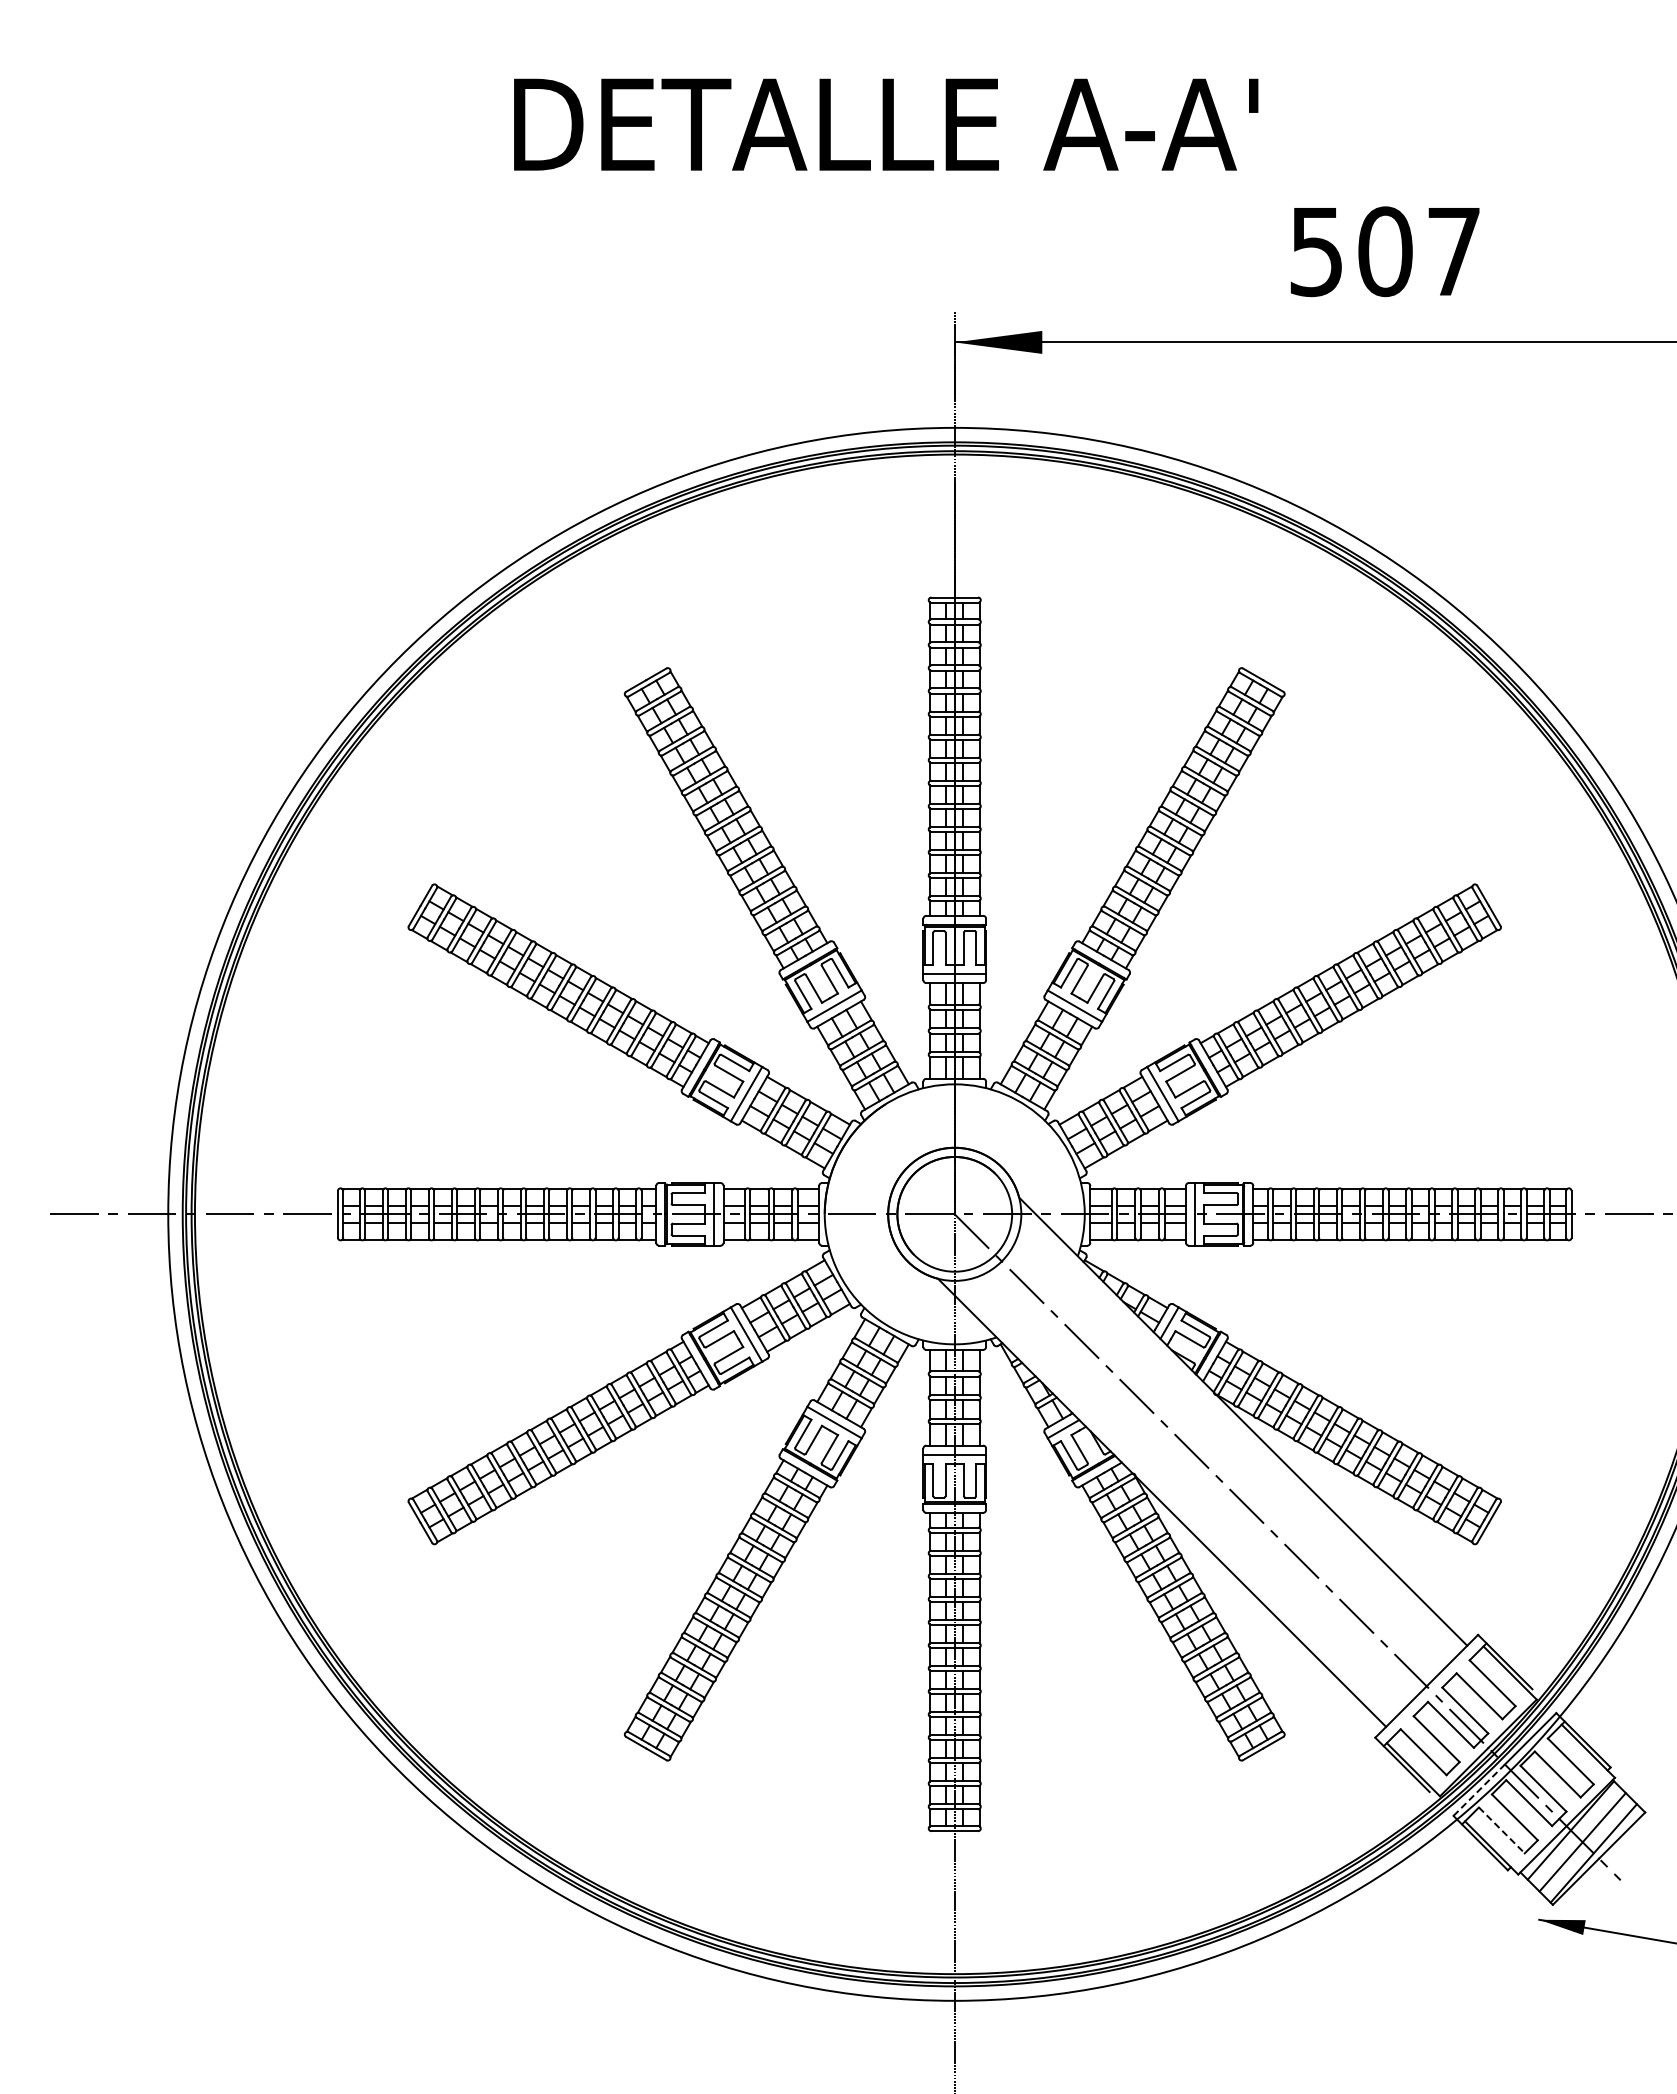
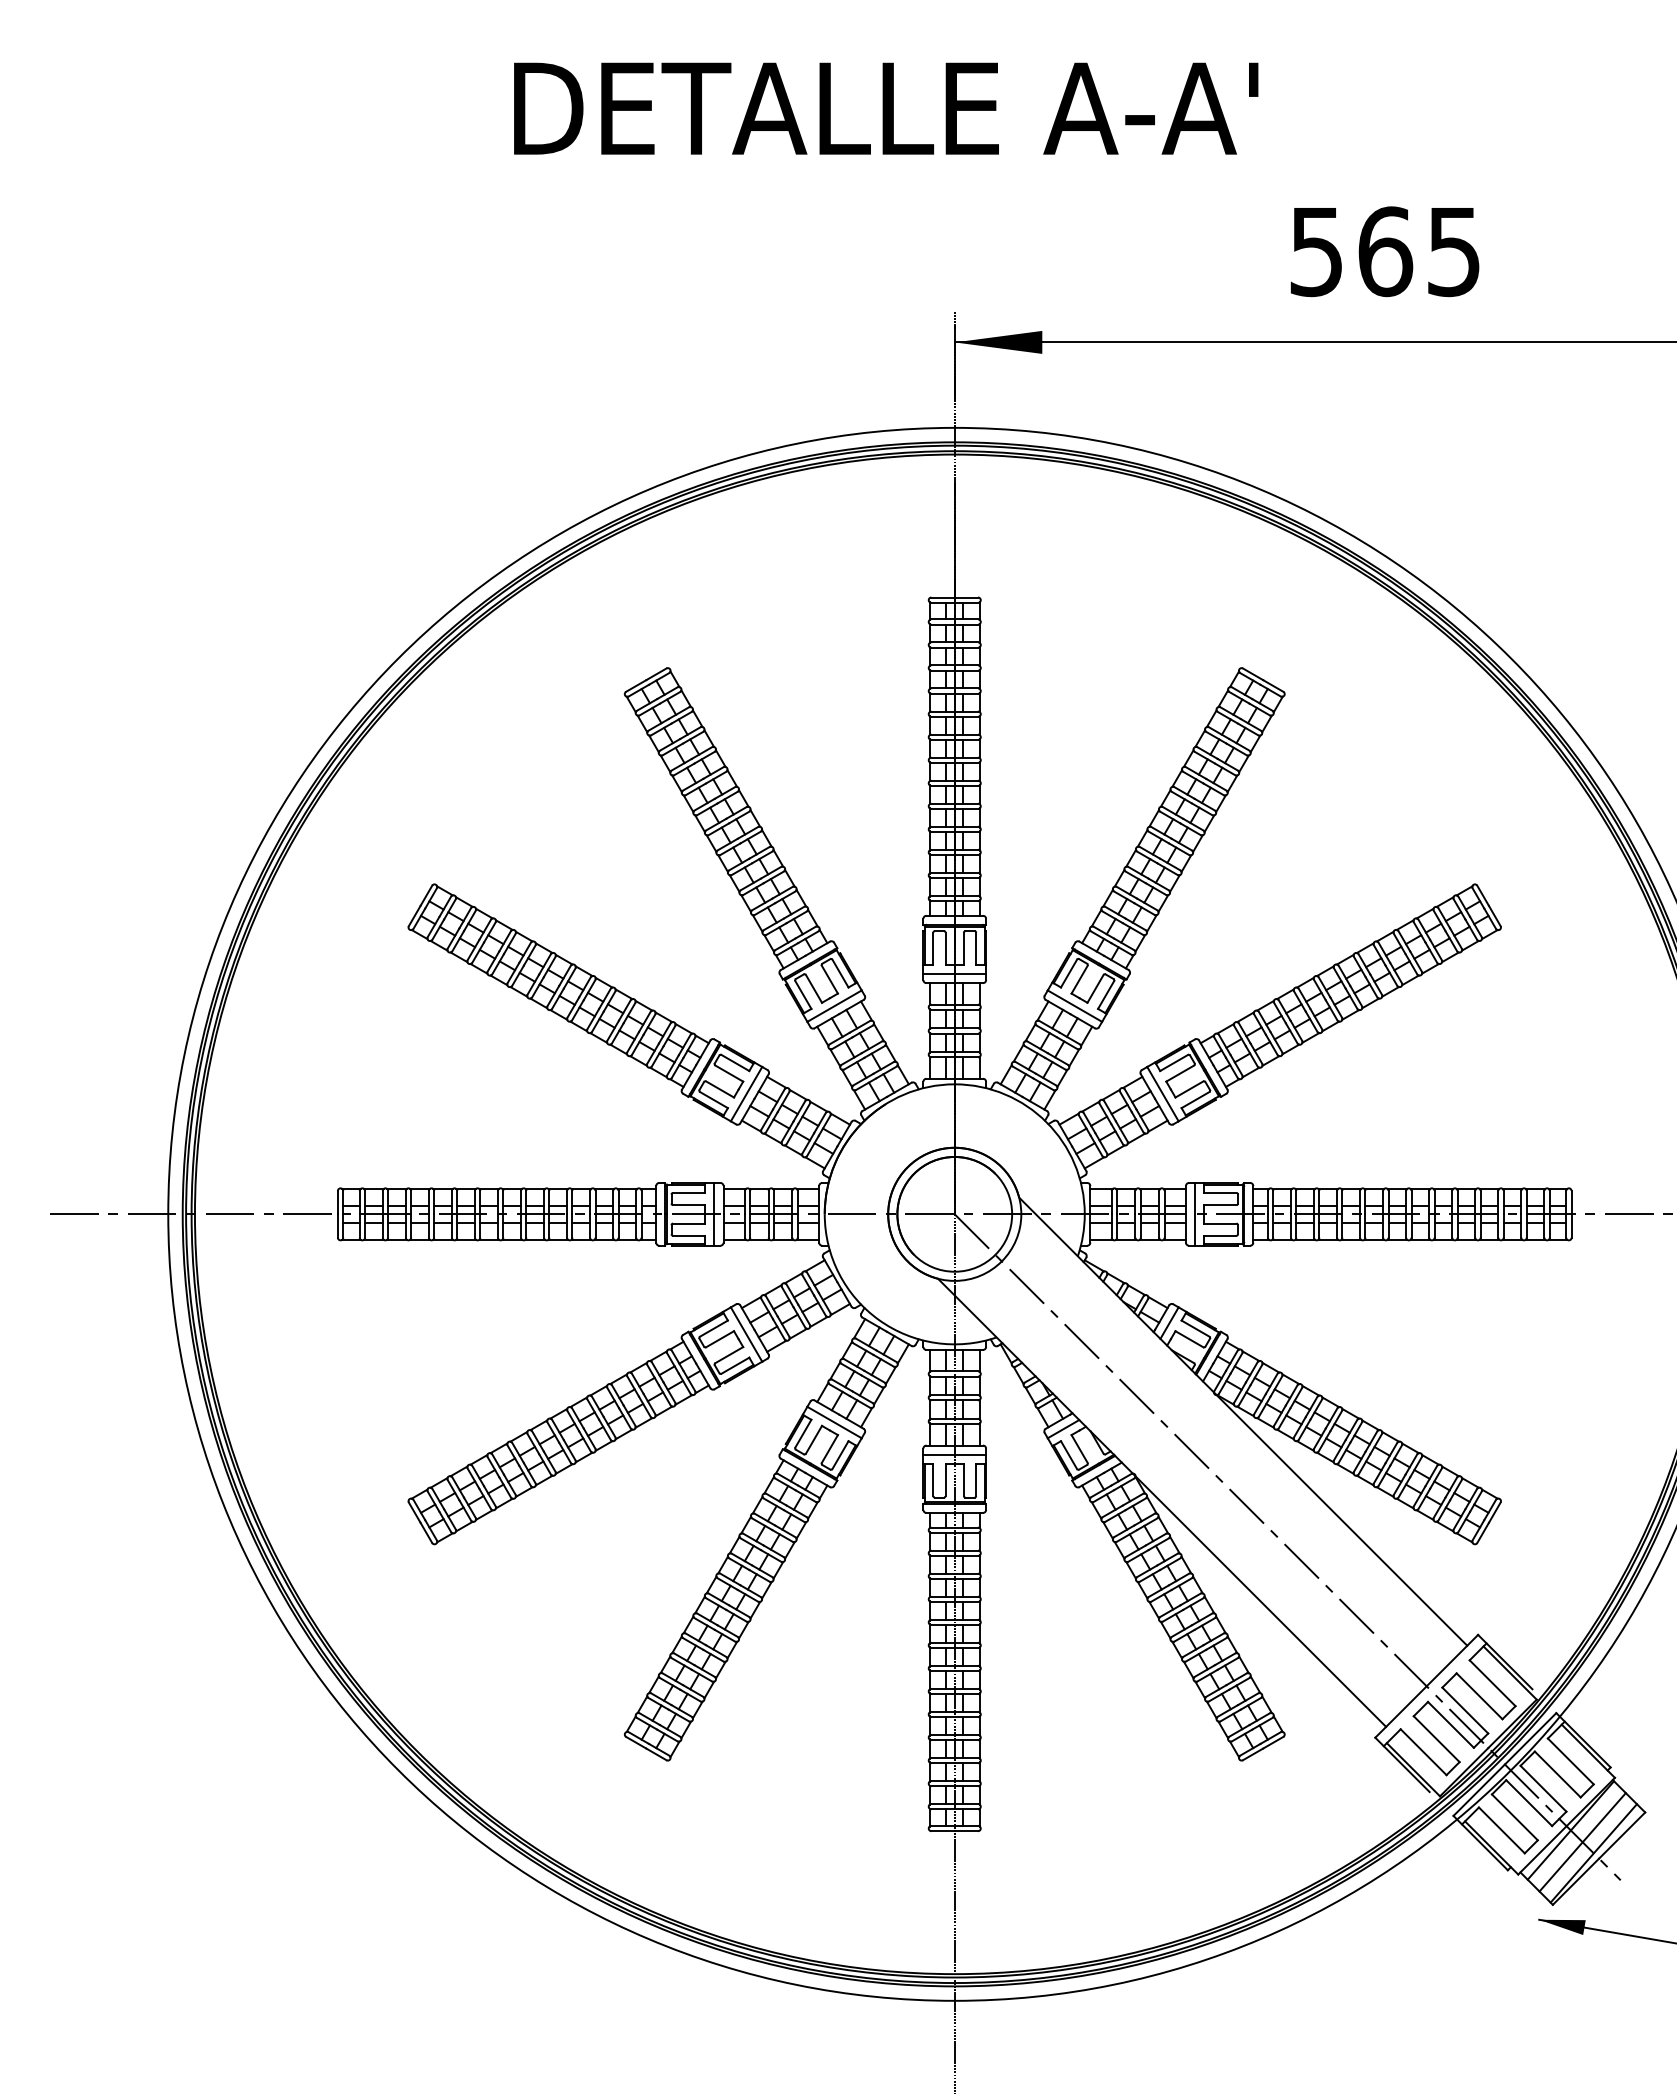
text at (886, 124) position: (886, 124) -> (886, 108)
text at (1418, 251): 507 -> 565
line at (1479, 1789): dashed -> solid
line at (1502, 1830): dashed -> solid
